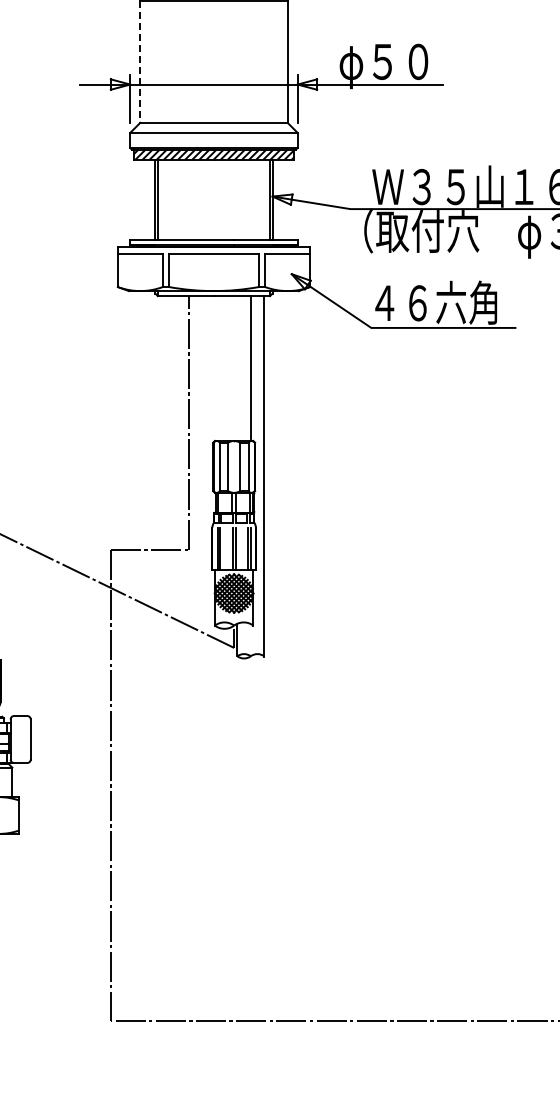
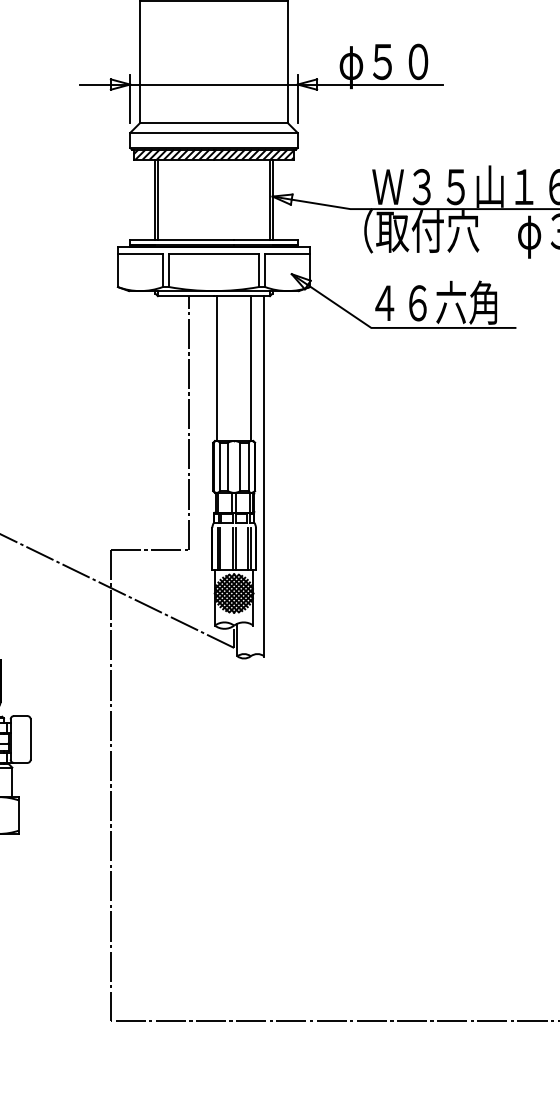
line at (140, 62): dashed -> solid
line at (217, 368): none -> present
